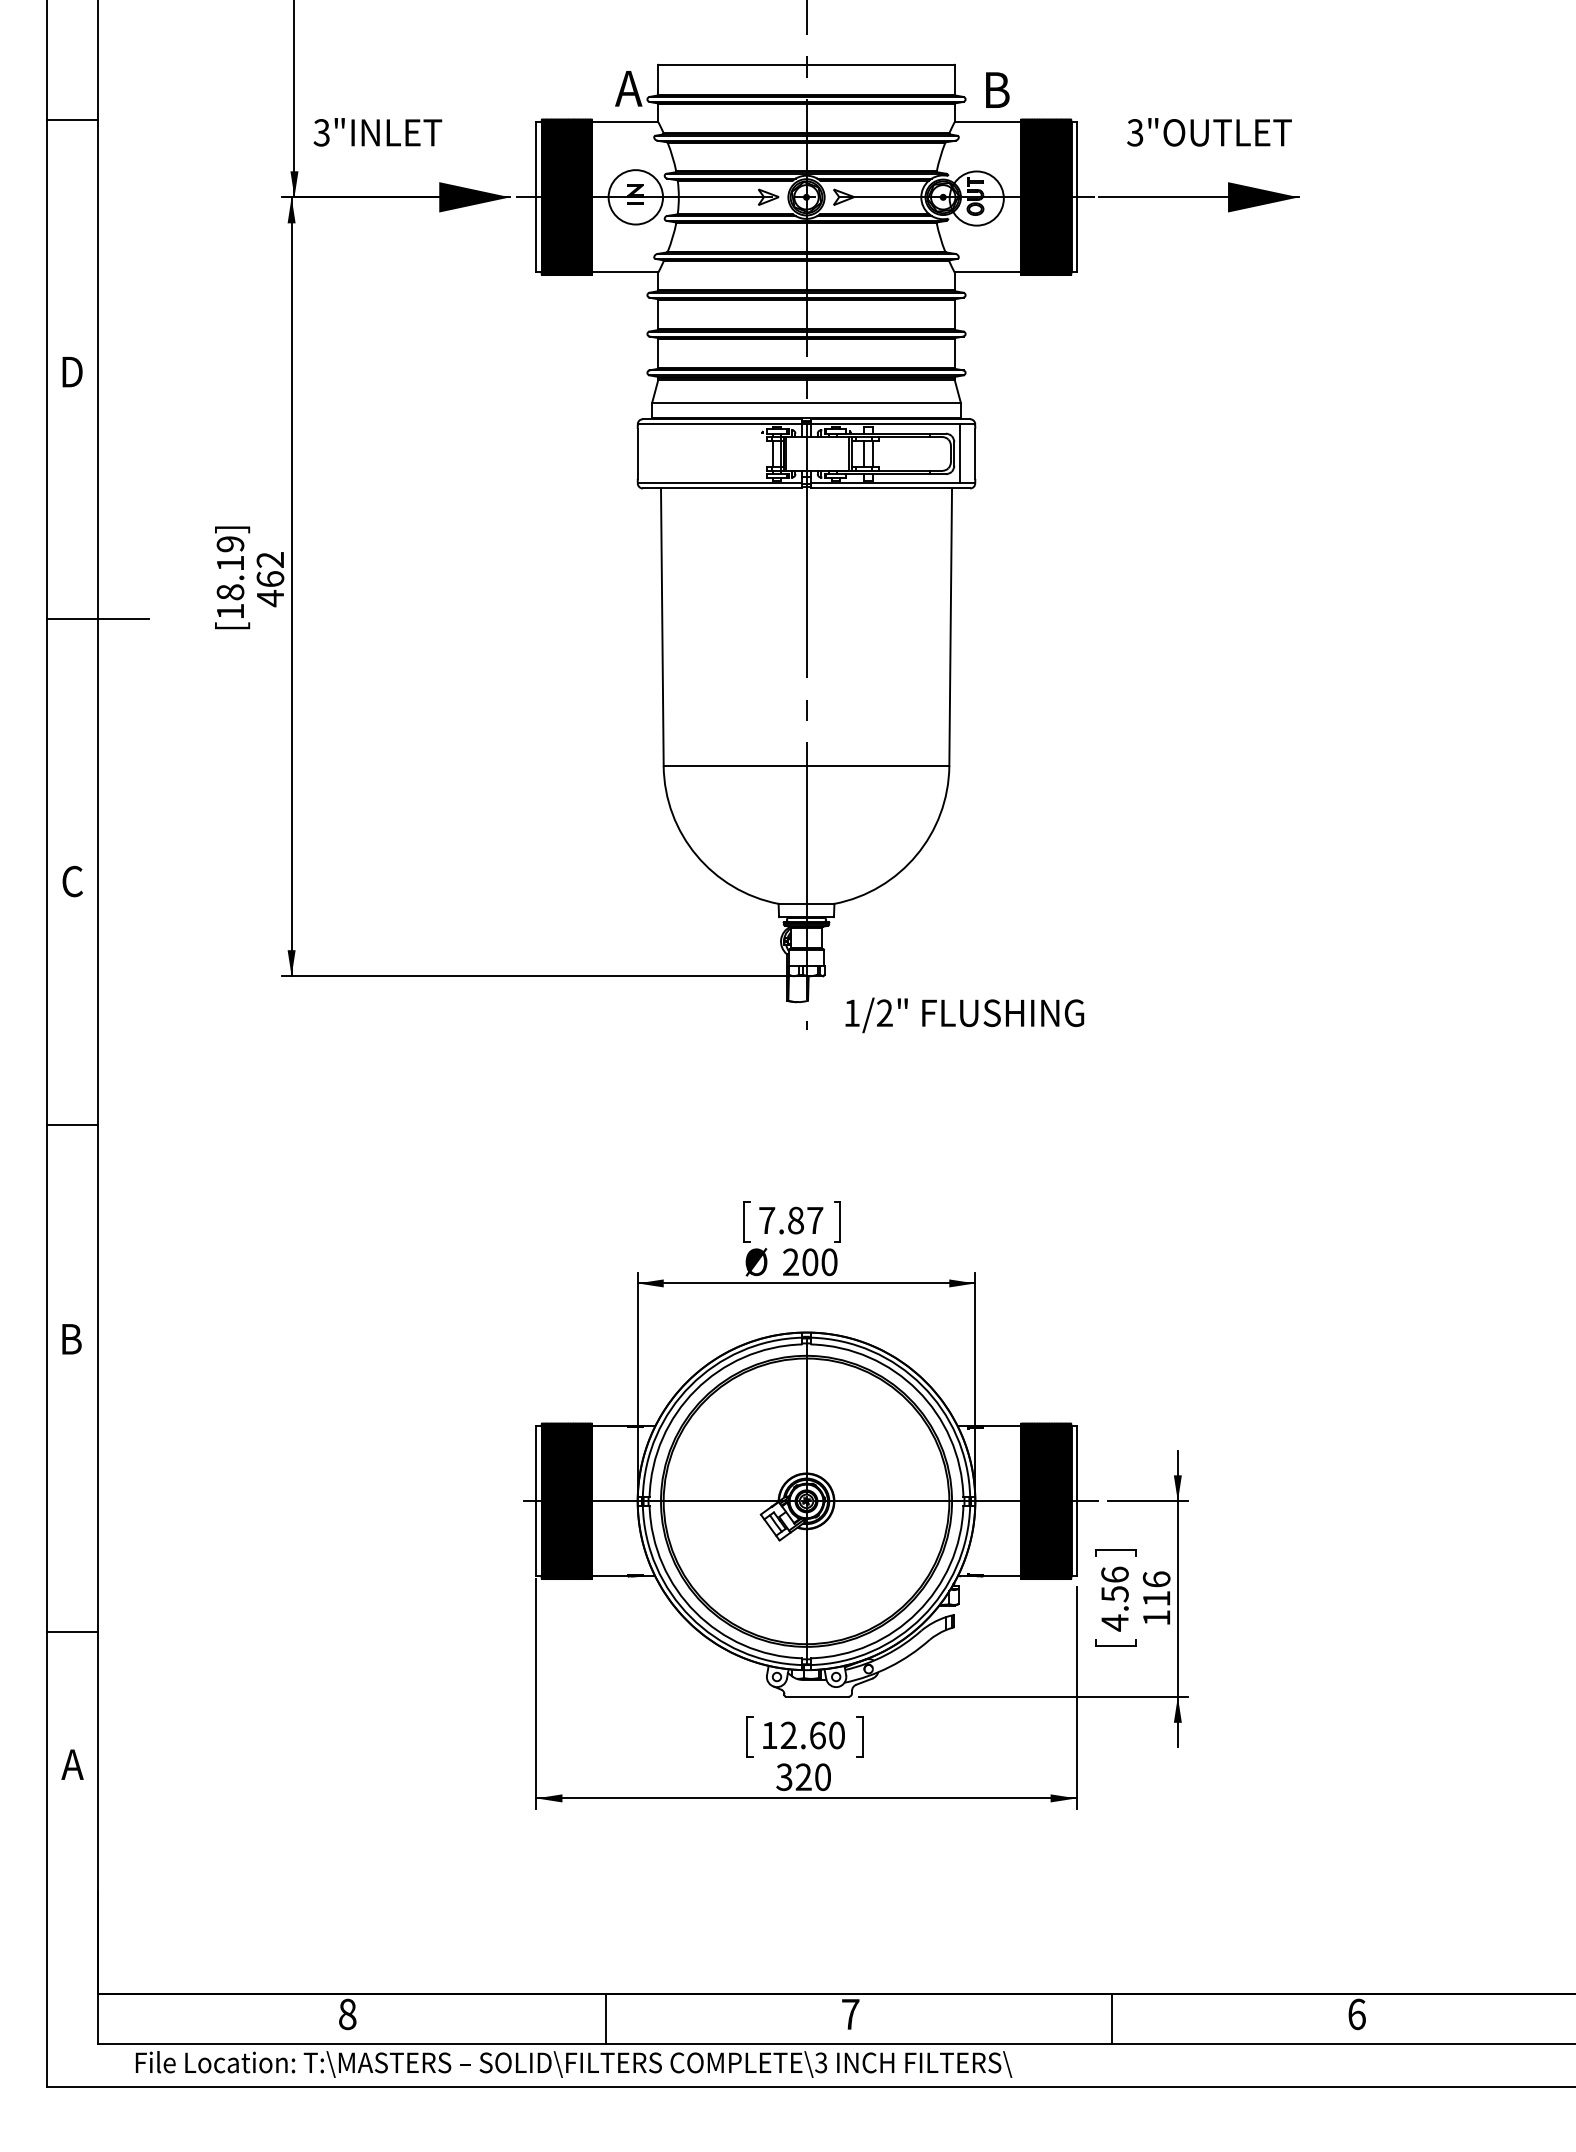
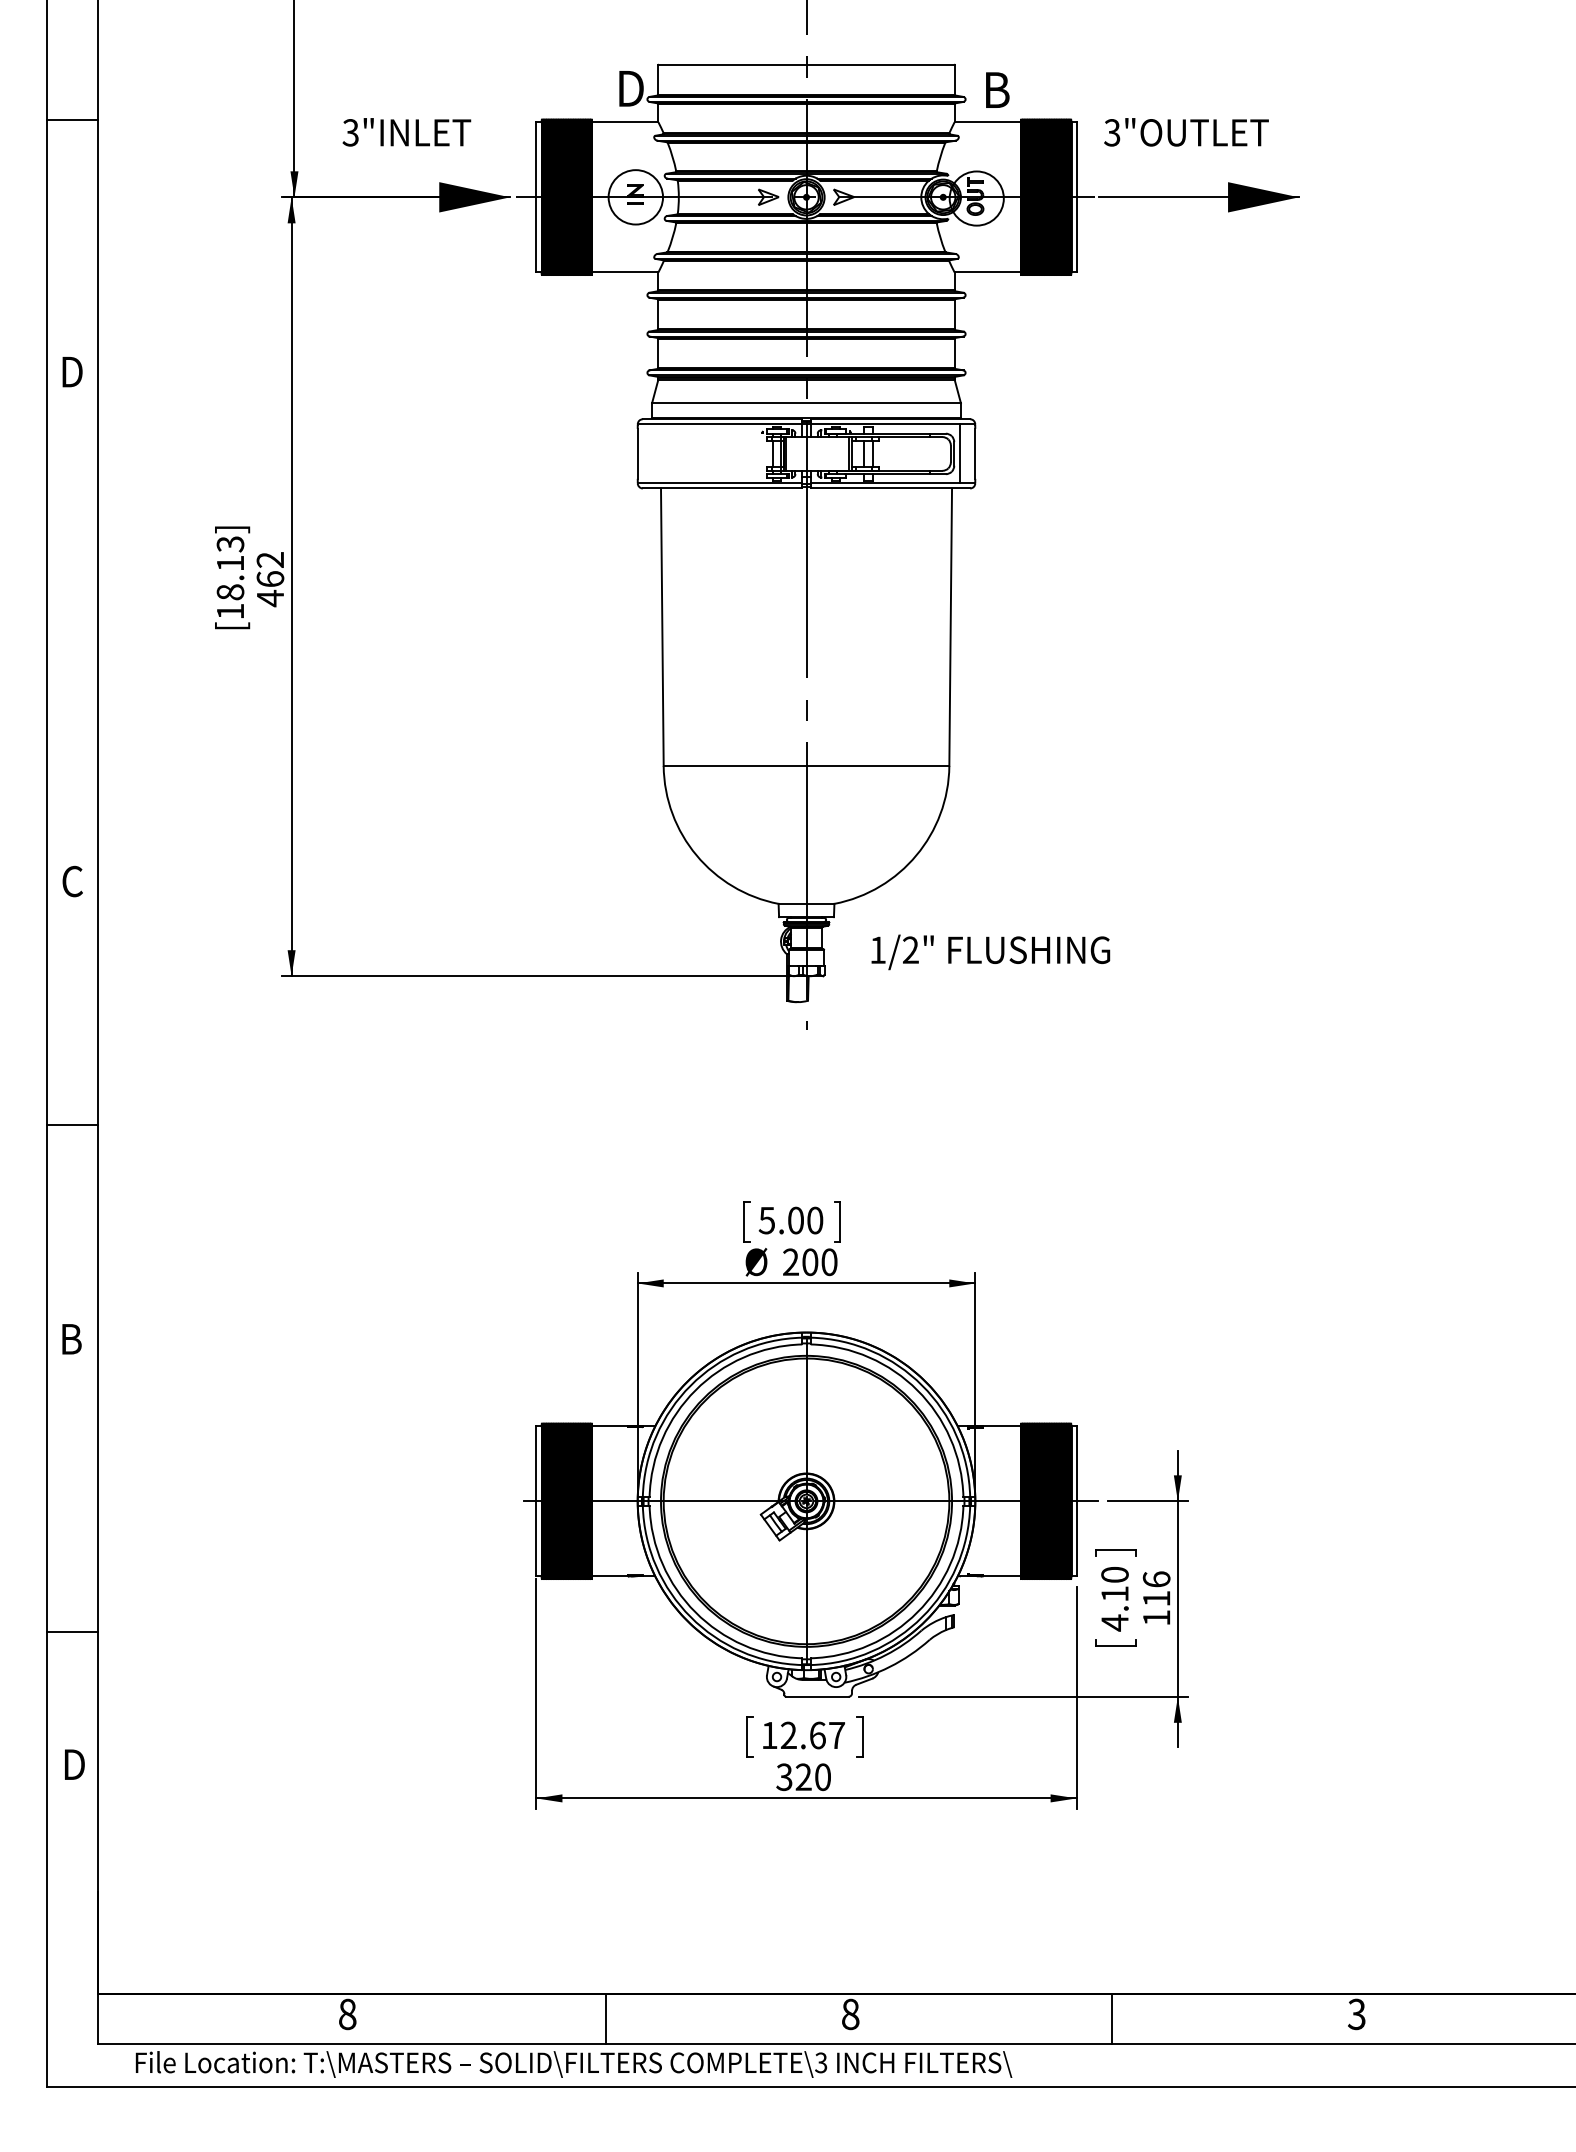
text at (629, 88): A -> D
text at (377, 132) position: (377, 132) -> (406, 132)
text at (1209, 132) position: (1209, 132) -> (1186, 132)
text at (230, 544): [18.19] -> [18.13]
line at (97, 618): present -> none
text at (964, 1015) position: (964, 1015) -> (990, 952)
text at (790, 1220): 7.87 -> 5.00
text at (1114, 1584): 4.56 -> 4.10
text at (837, 1735): 12.60 -> 12.67
text at (72, 1764): A -> D
text at (850, 2014): 7 -> 8
text at (1356, 2014): 6 -> 3
